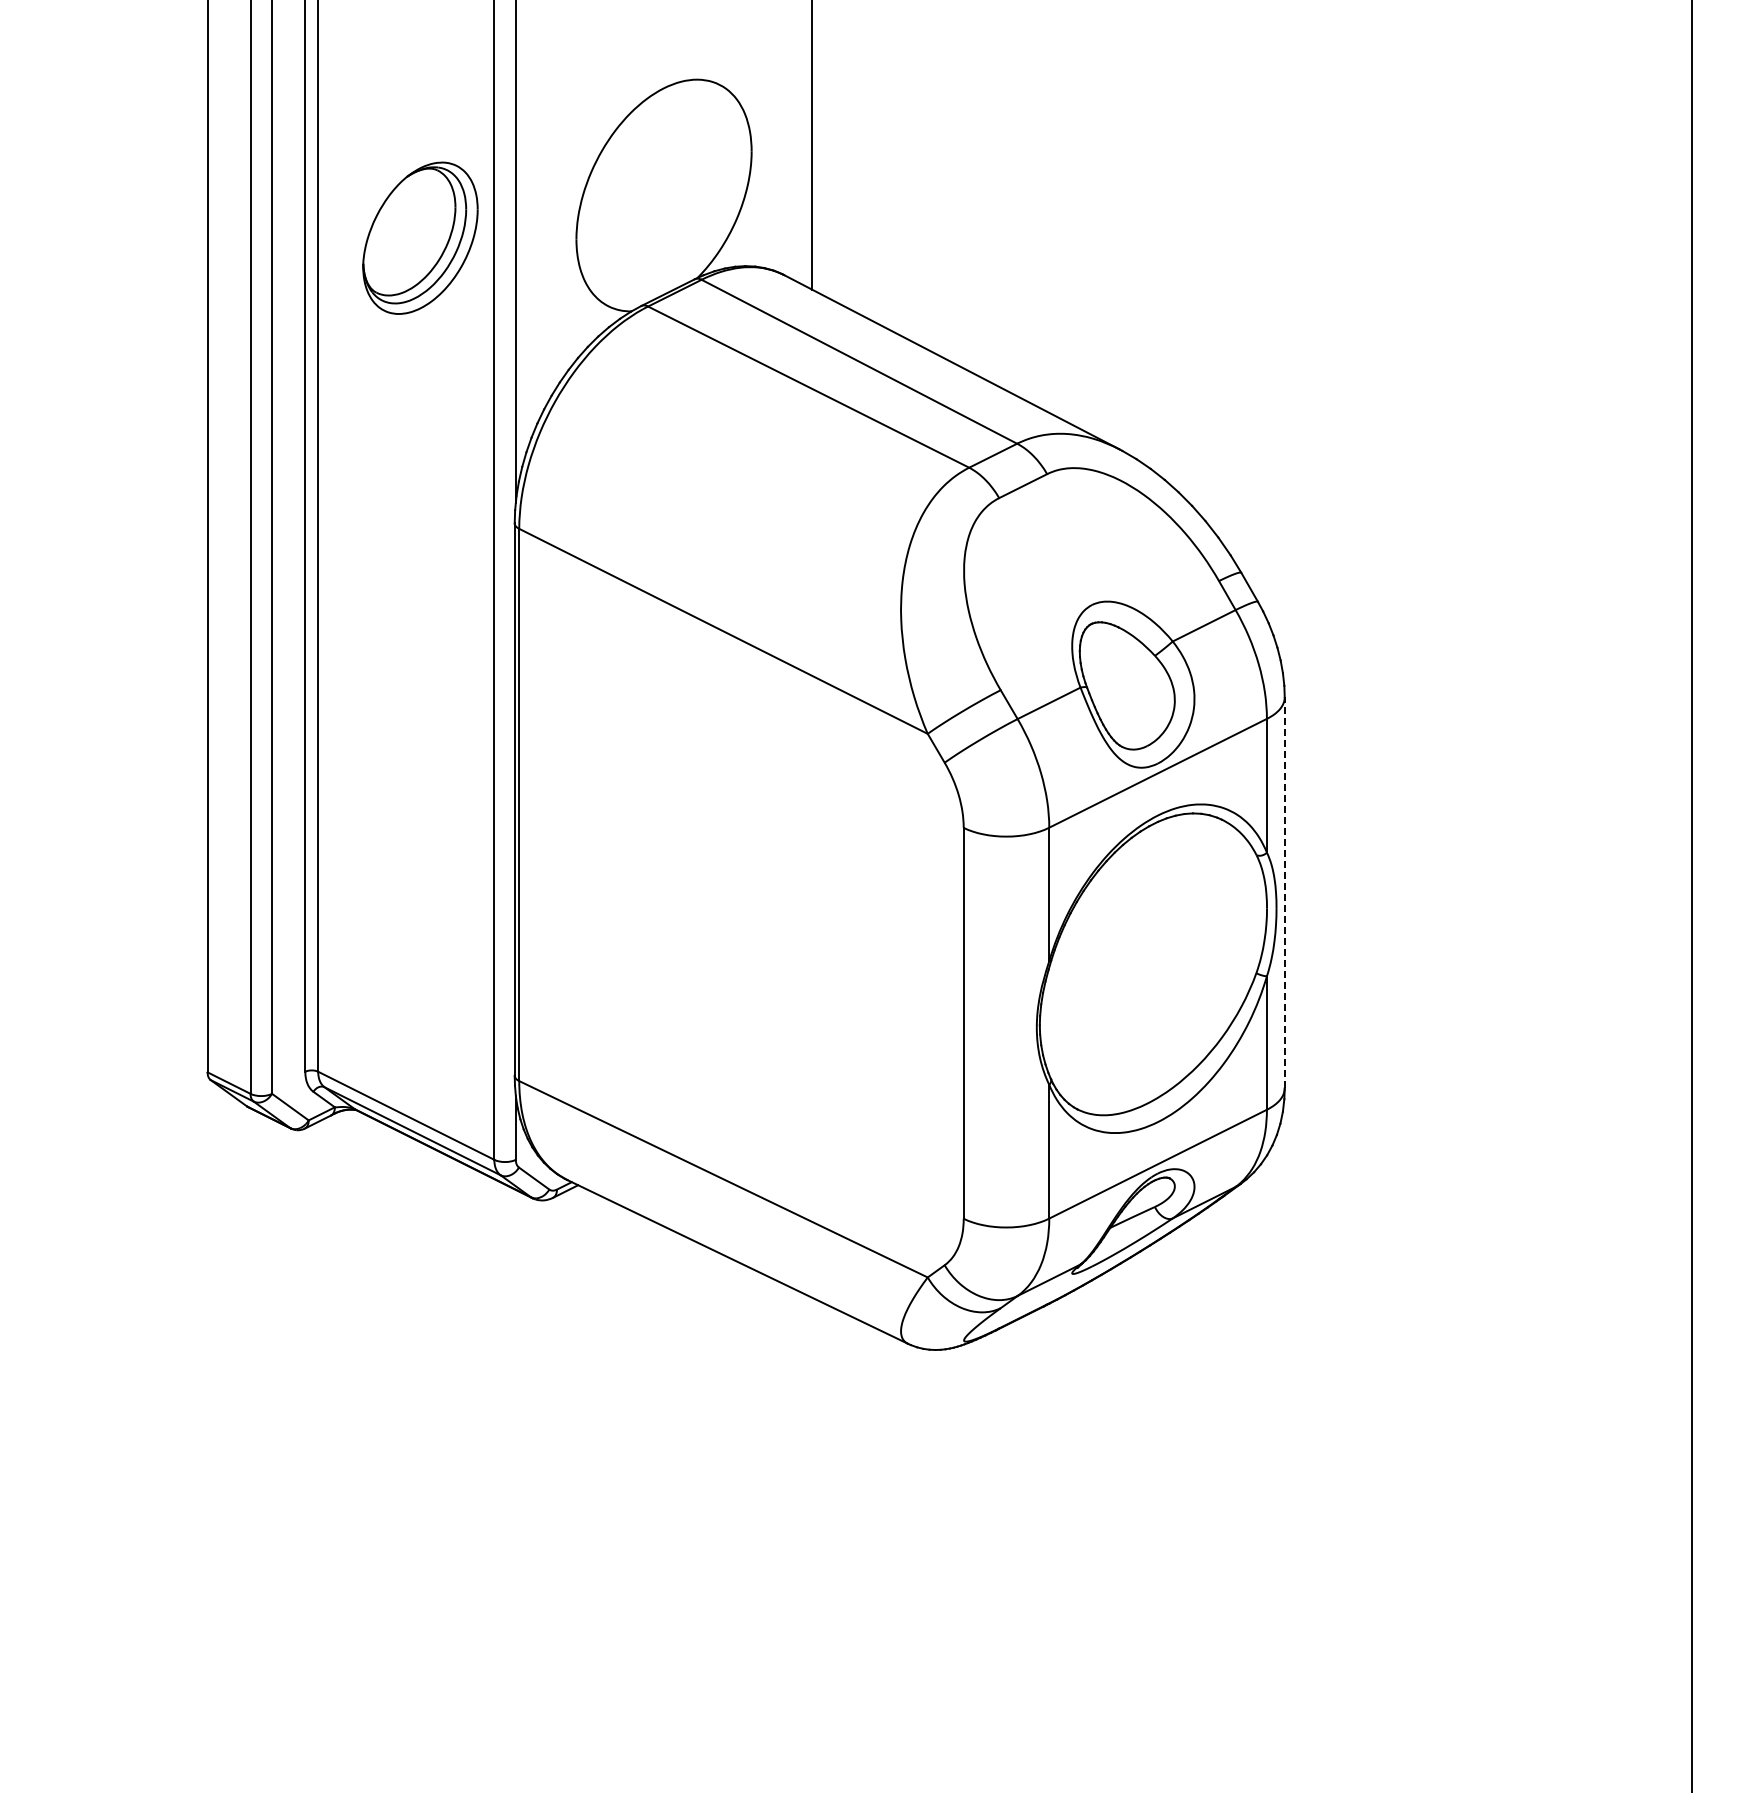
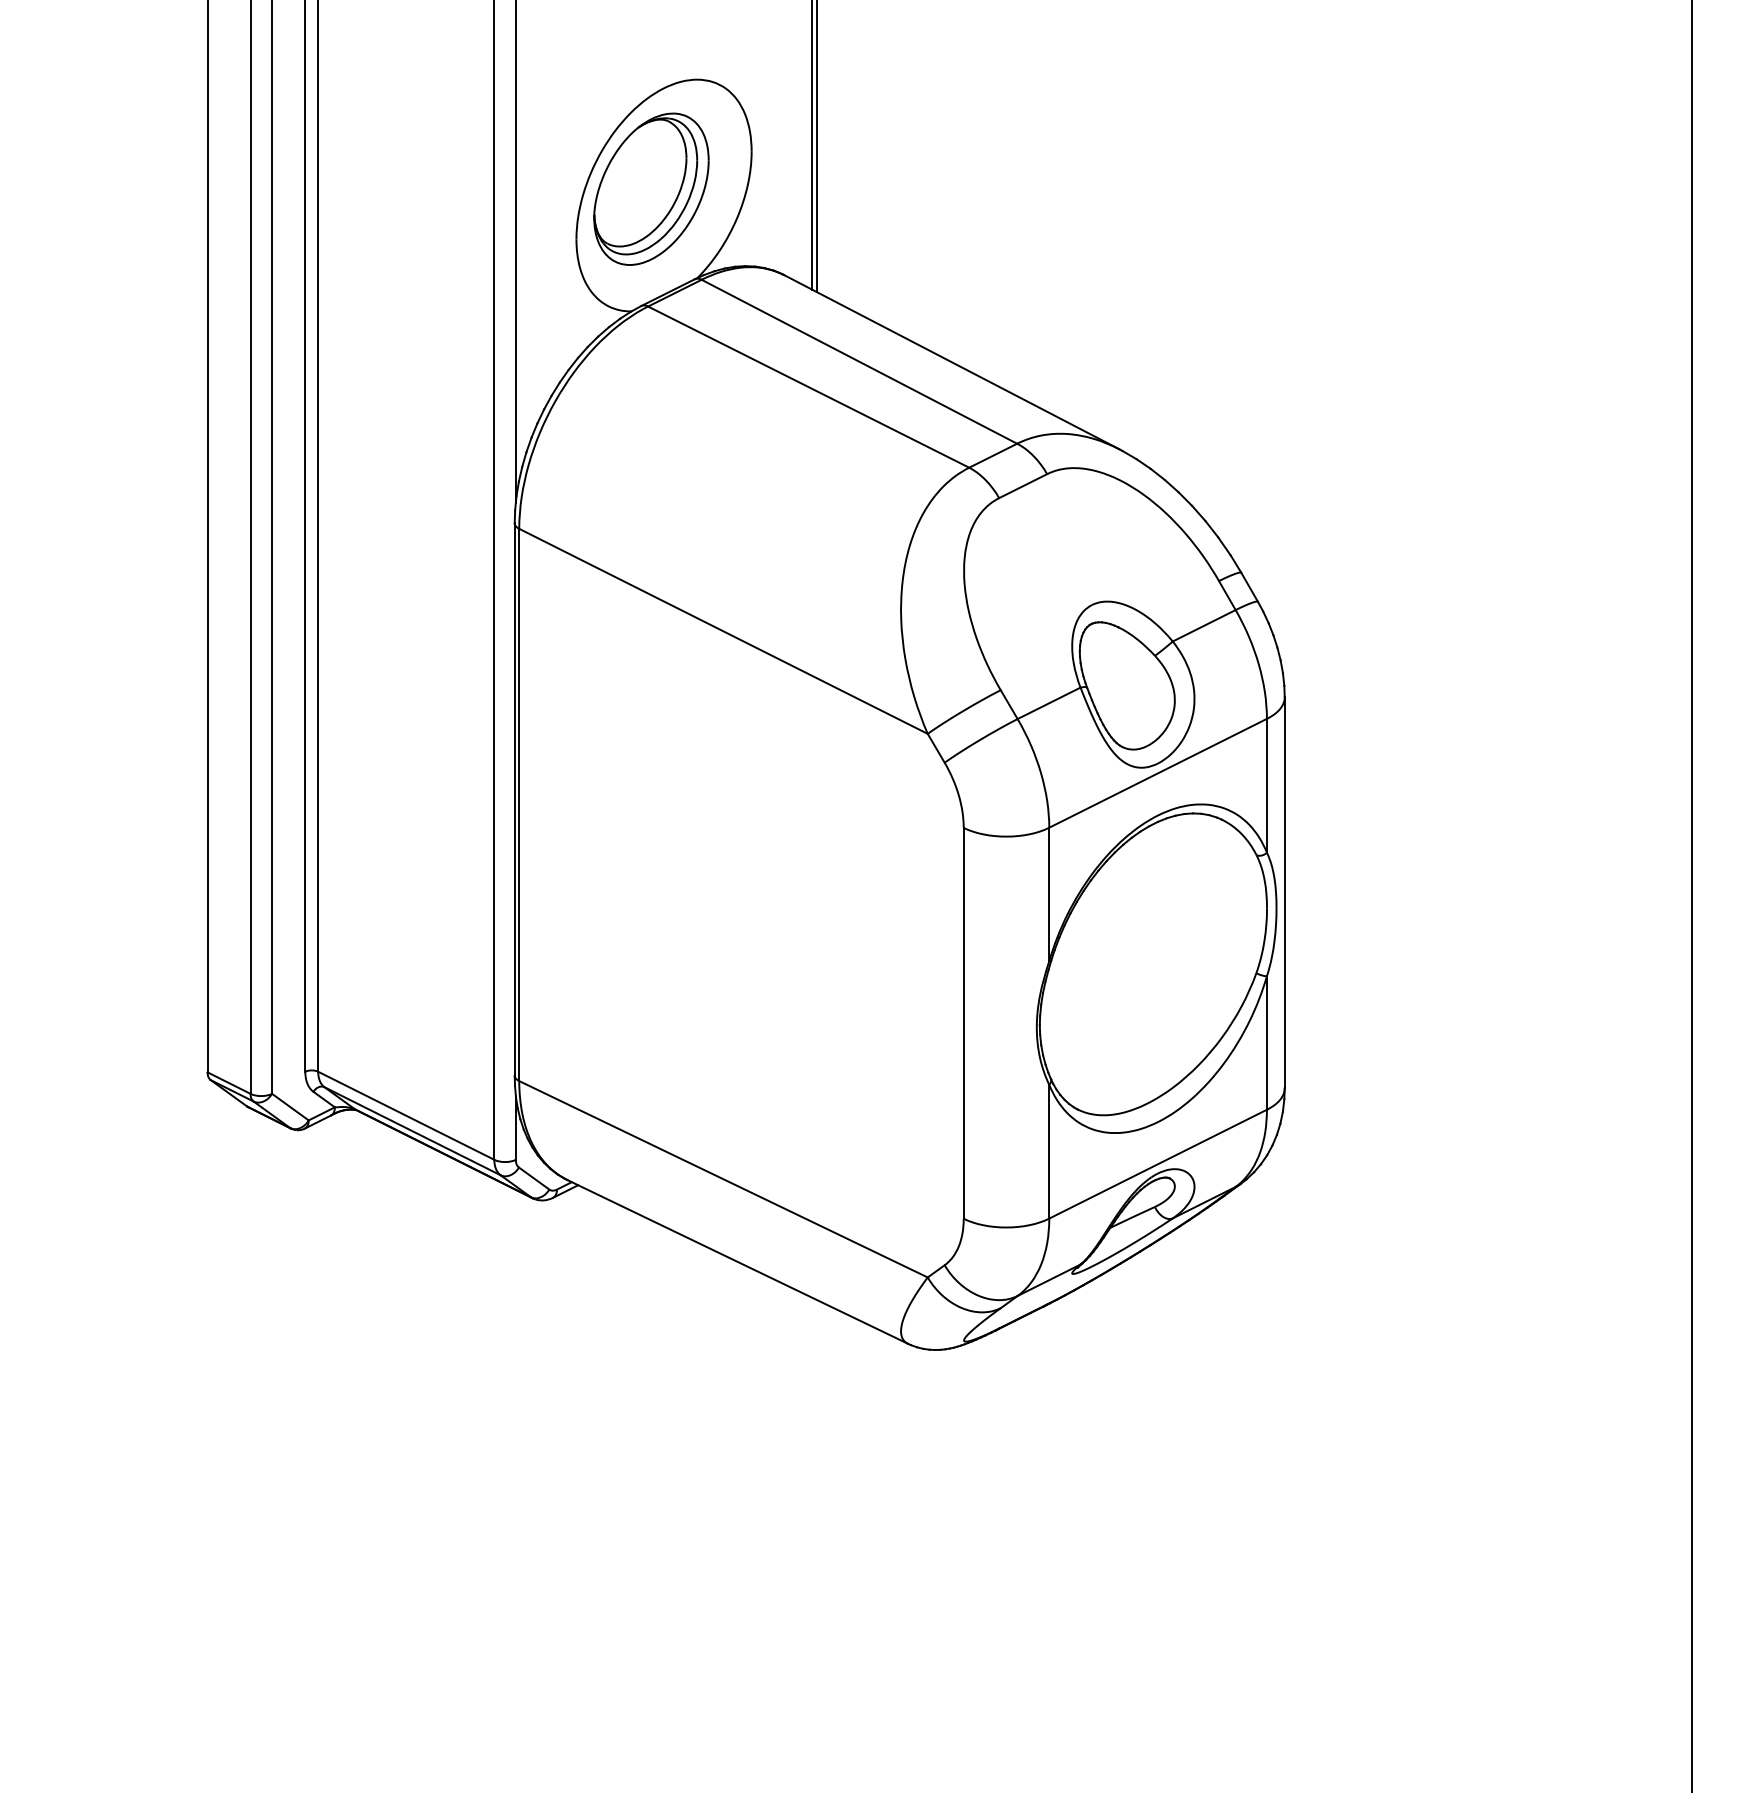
line at (816, 147): none -> present
part at (420, 237) position: (420, 237) -> (651, 188)
line at (1284, 892): dashed -> solid
